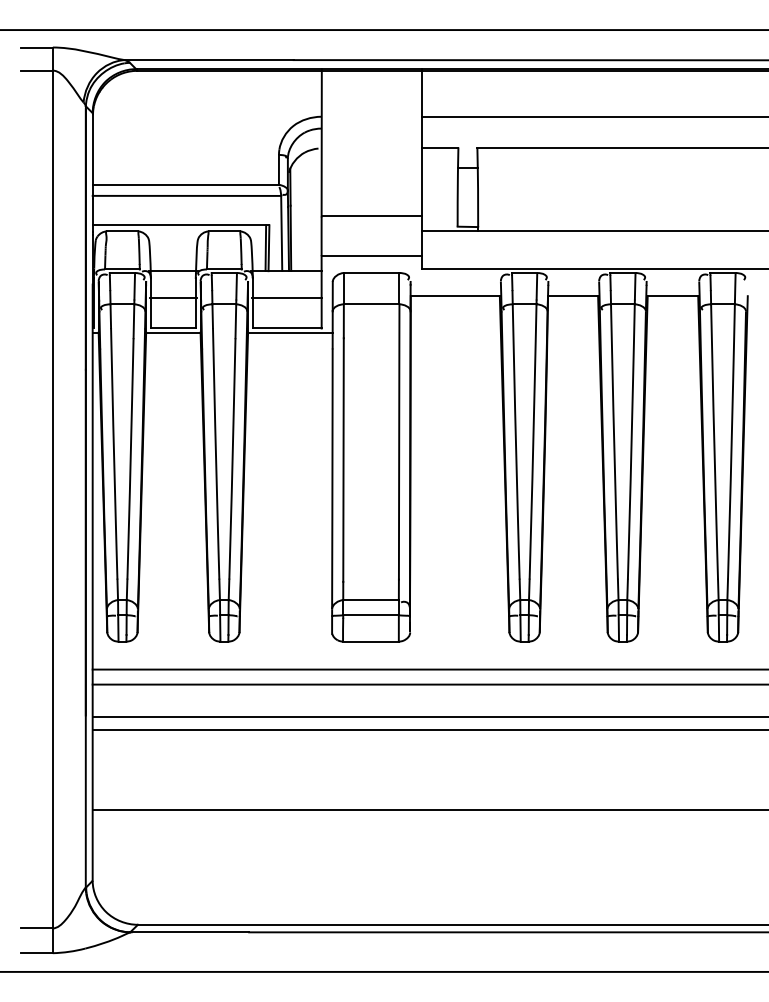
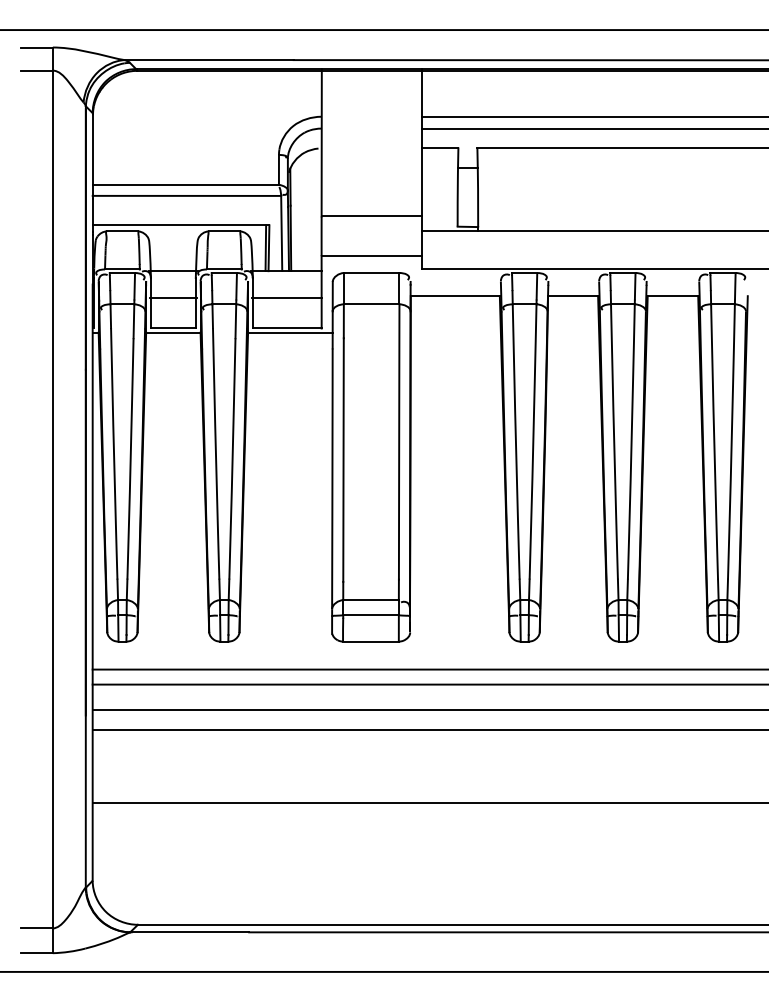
line at (593, 128): none -> present
line at (428, 717) position: (428, 717) -> (428, 710)
line at (428, 809) position: (428, 809) -> (428, 802)
